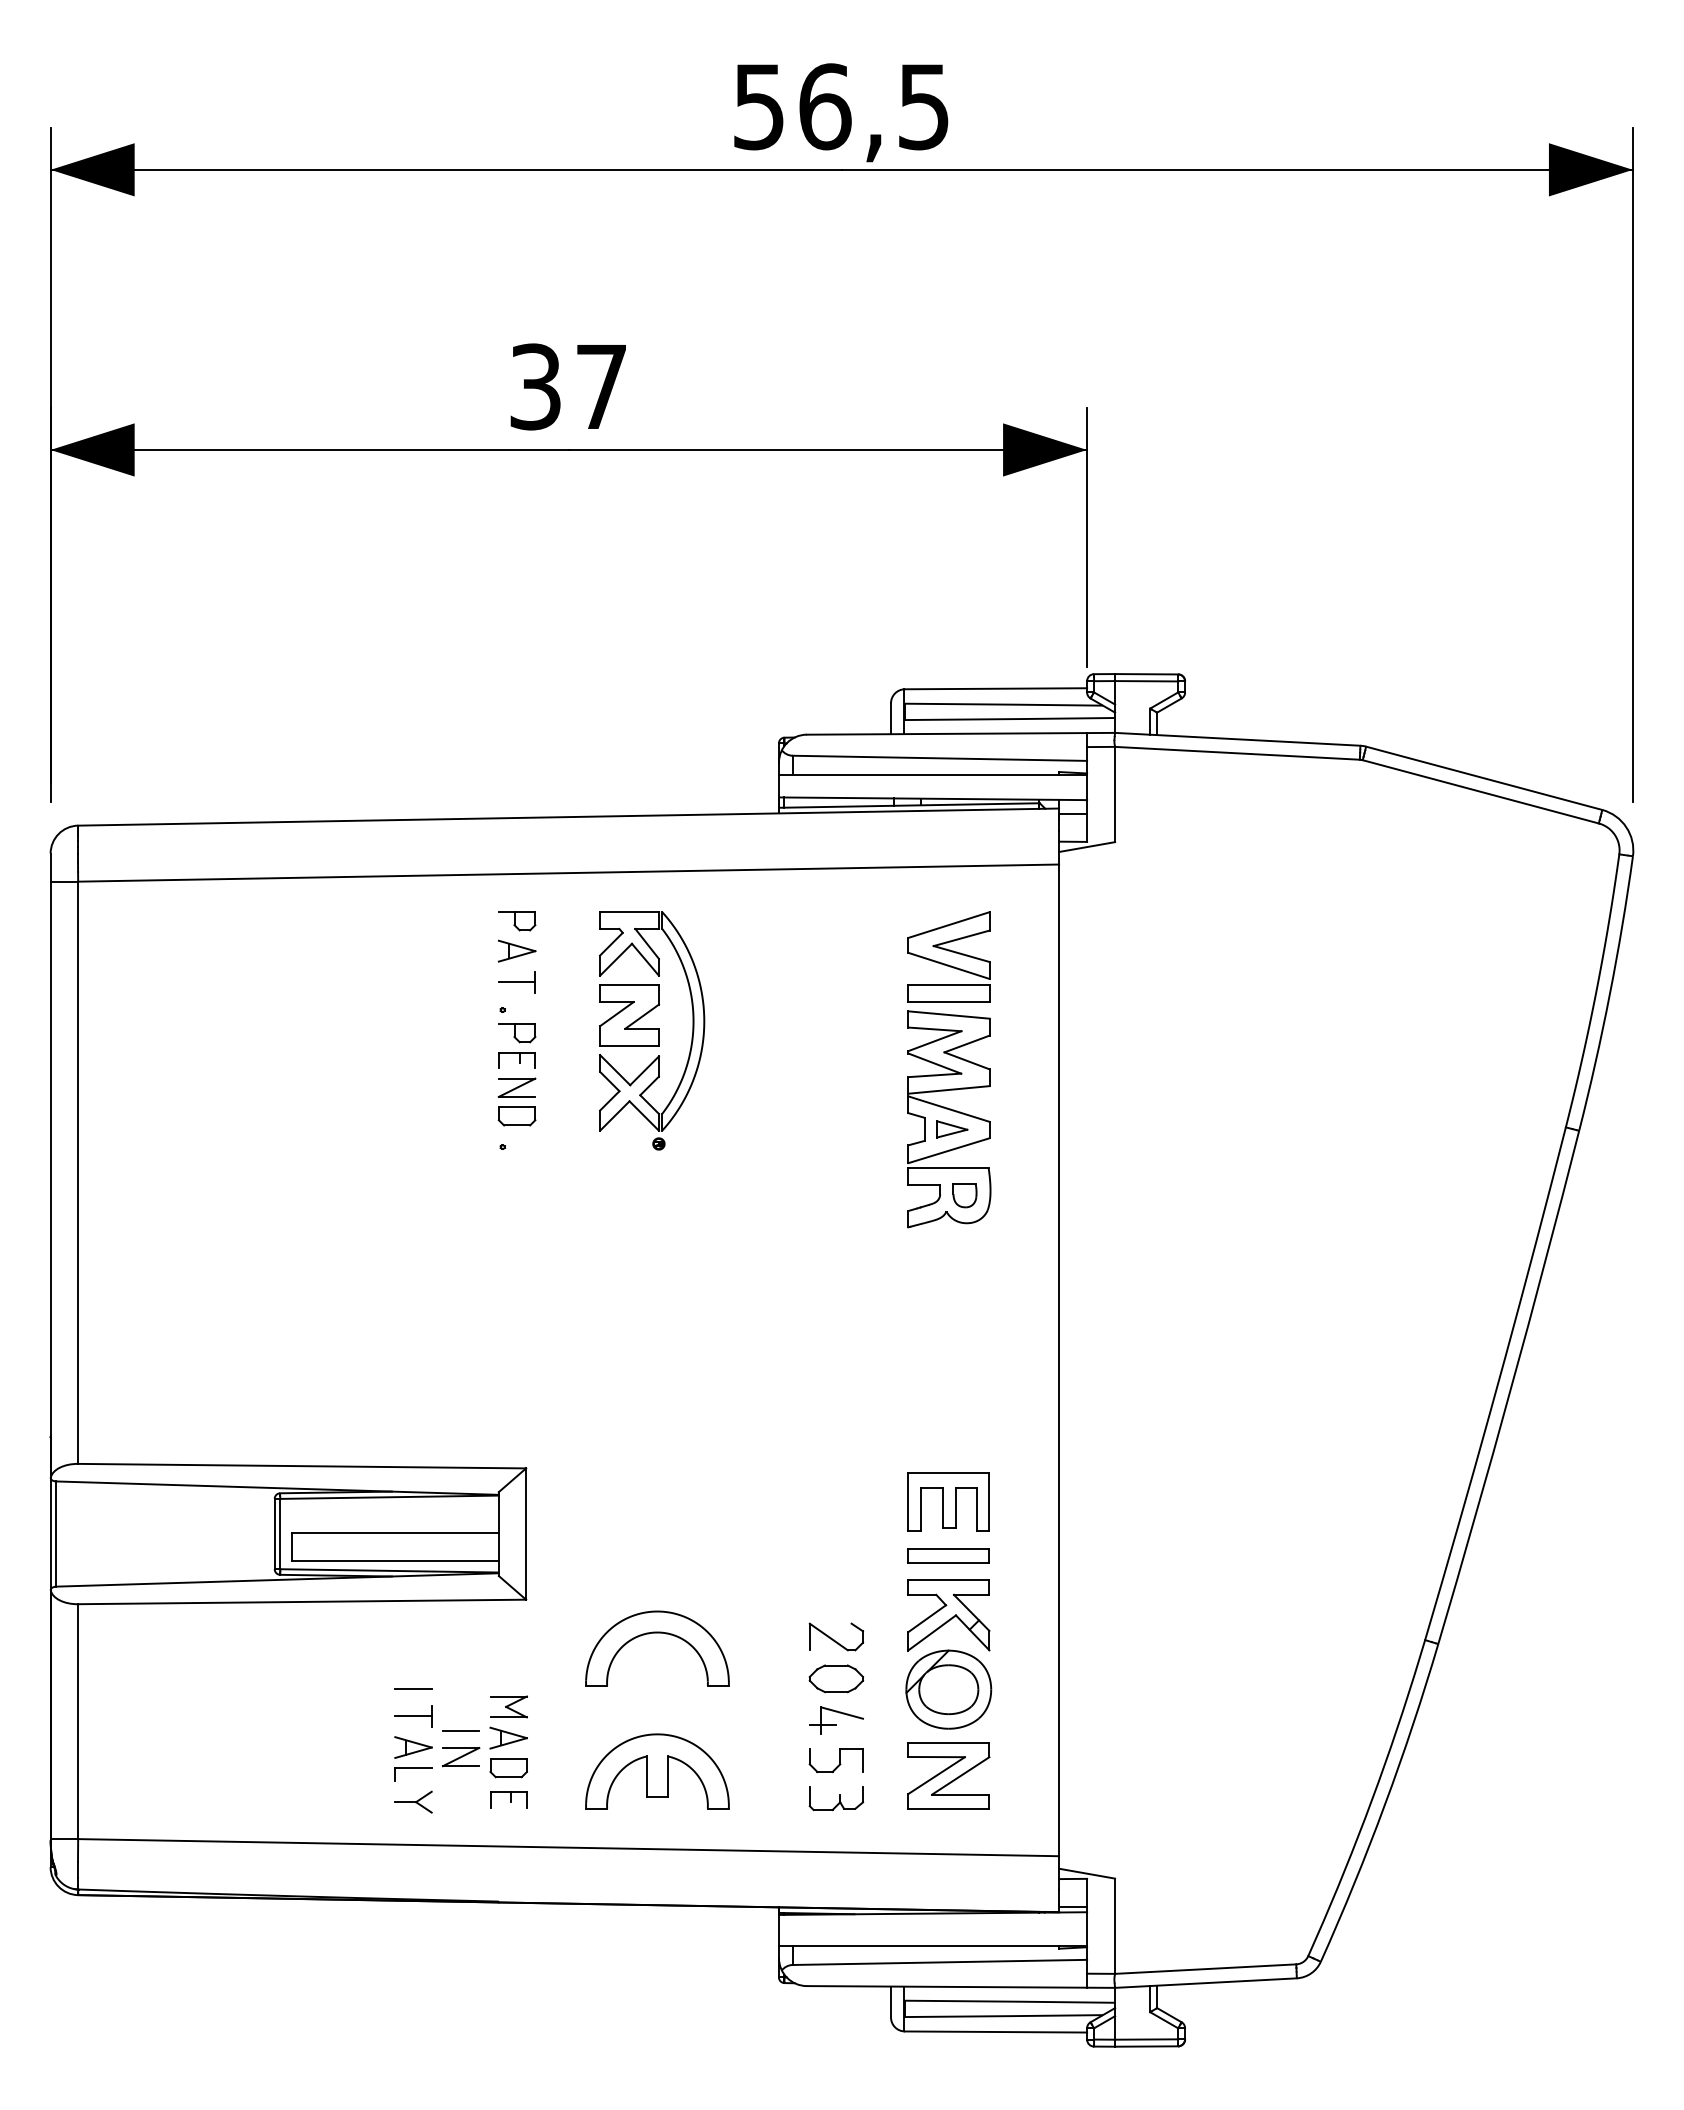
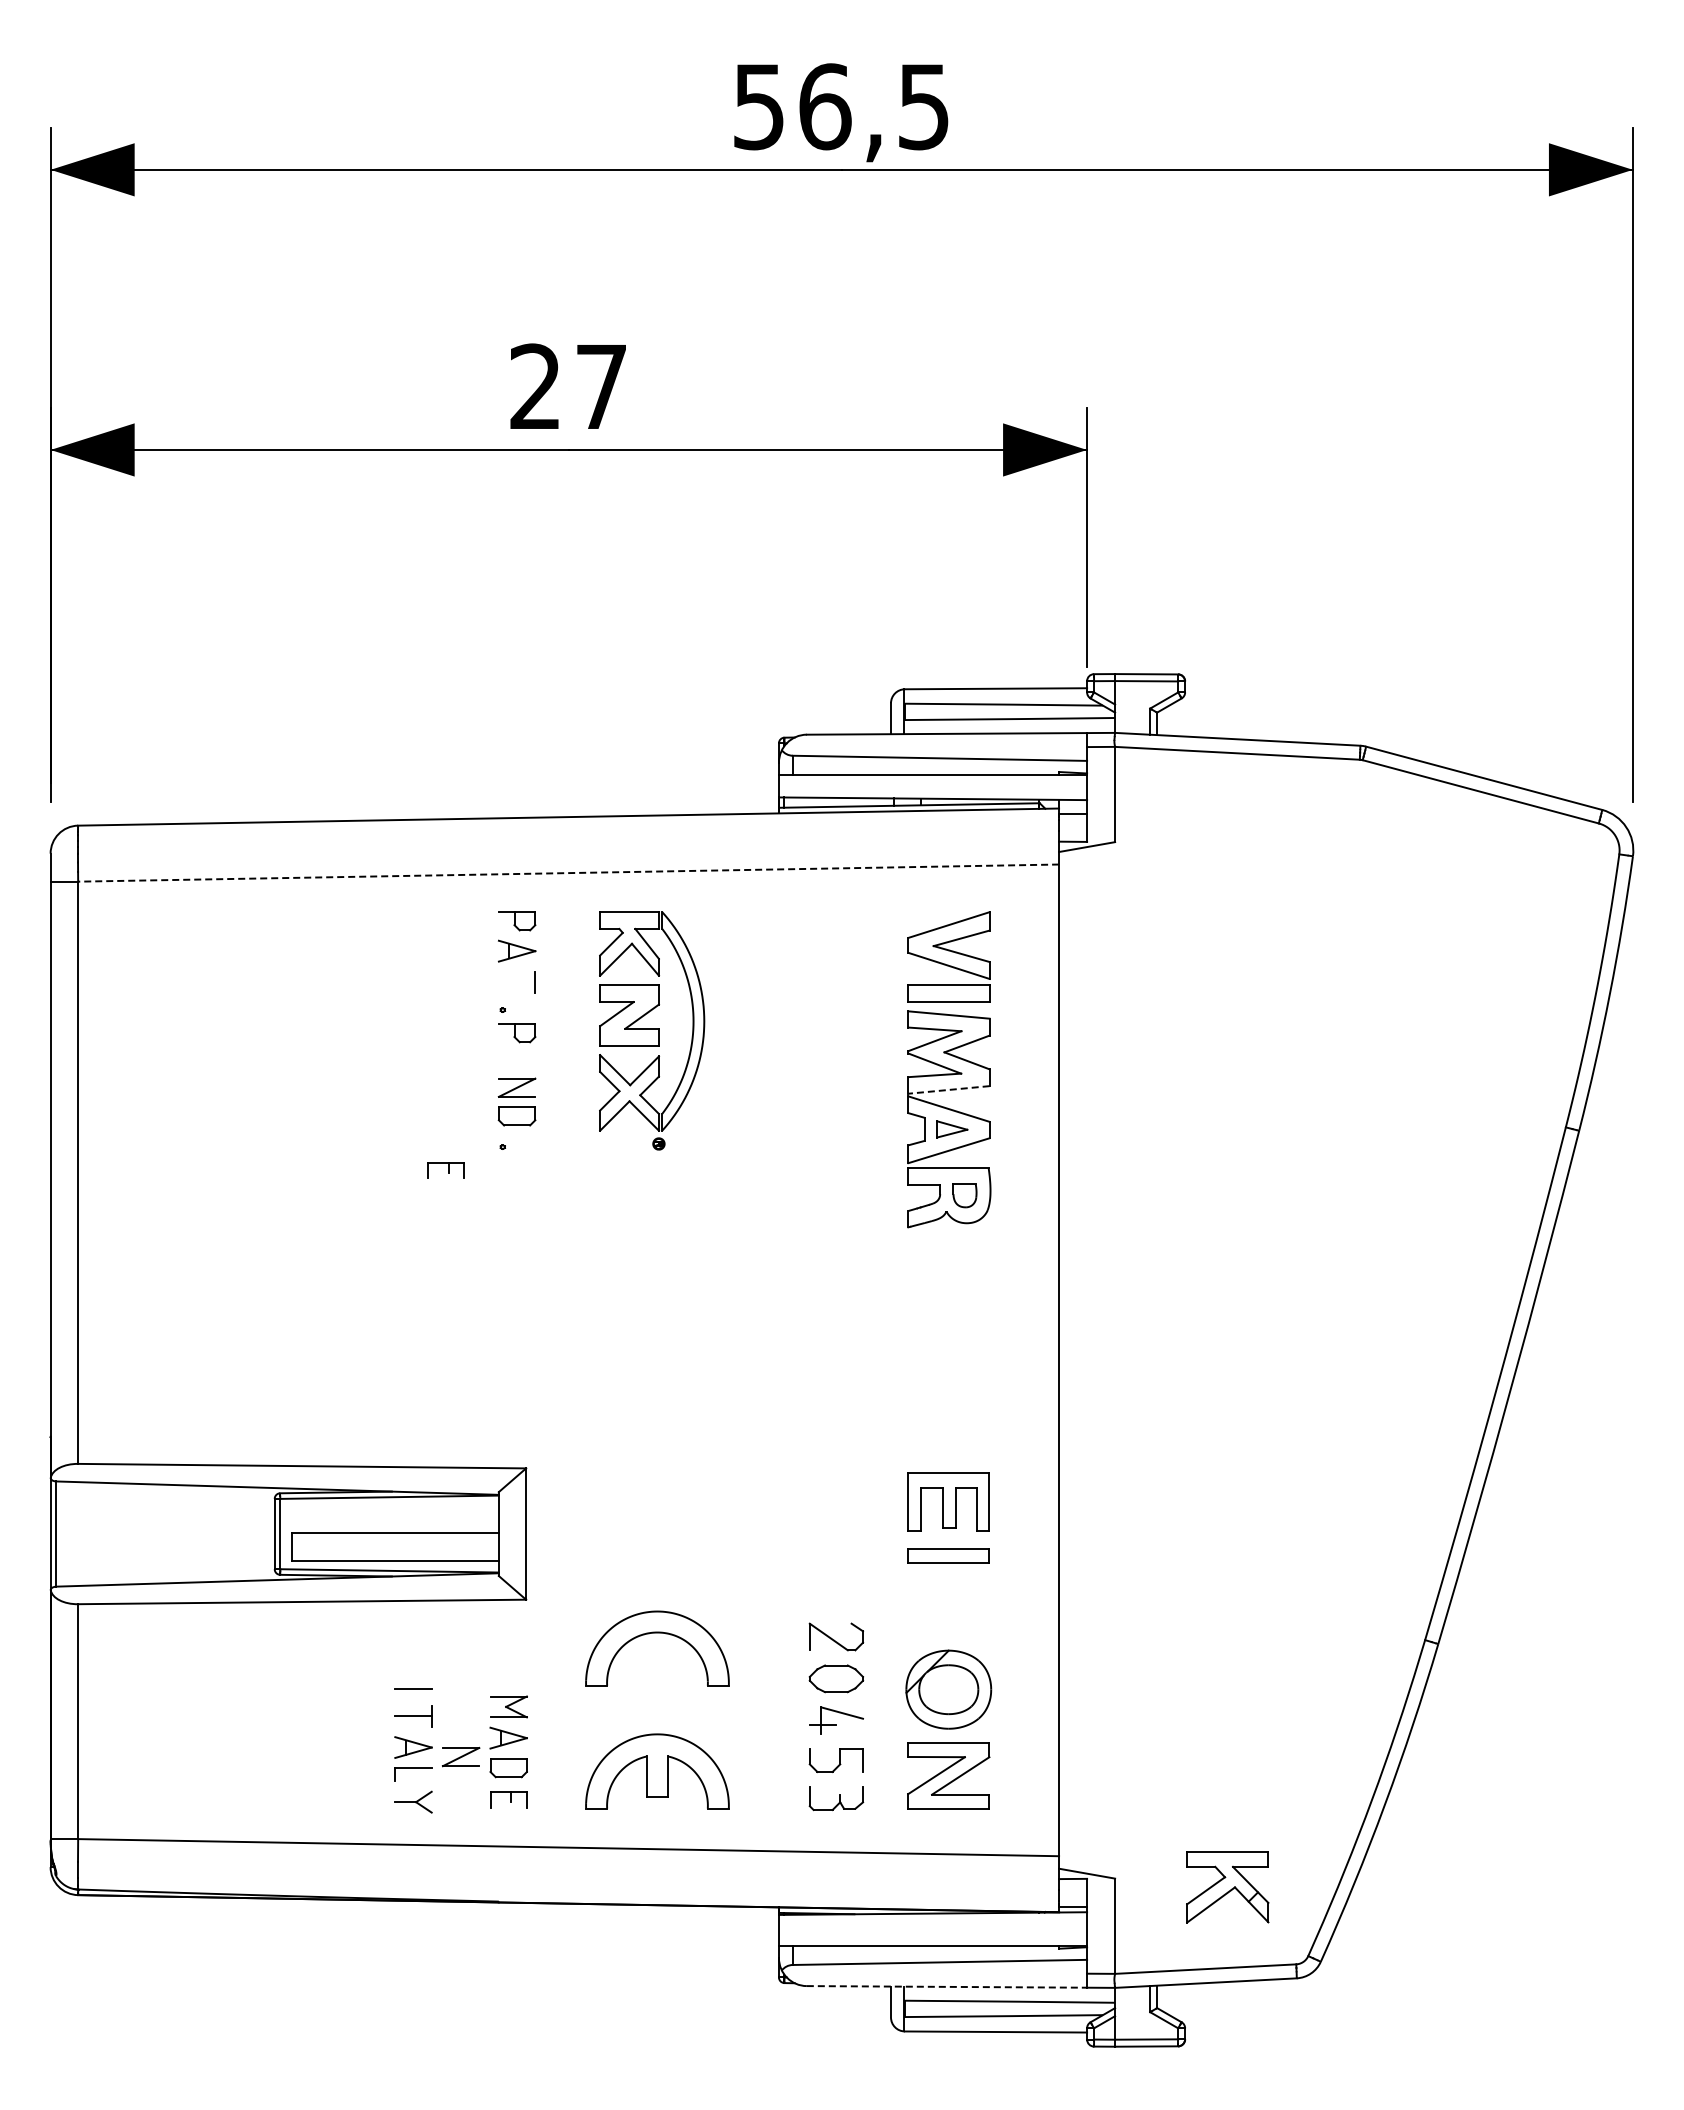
text at (535, 386): 37 -> 27
line at (568, 873): solid -> dashed
line at (516, 982): present -> none
part at (516, 1060) position: (516, 1060) -> (445, 1170)
line at (949, 1089): solid -> dashed
part at (948, 1615) position: (948, 1615) -> (1227, 1887)
line at (460, 1731): present -> none
line at (947, 1986): solid -> dashed
